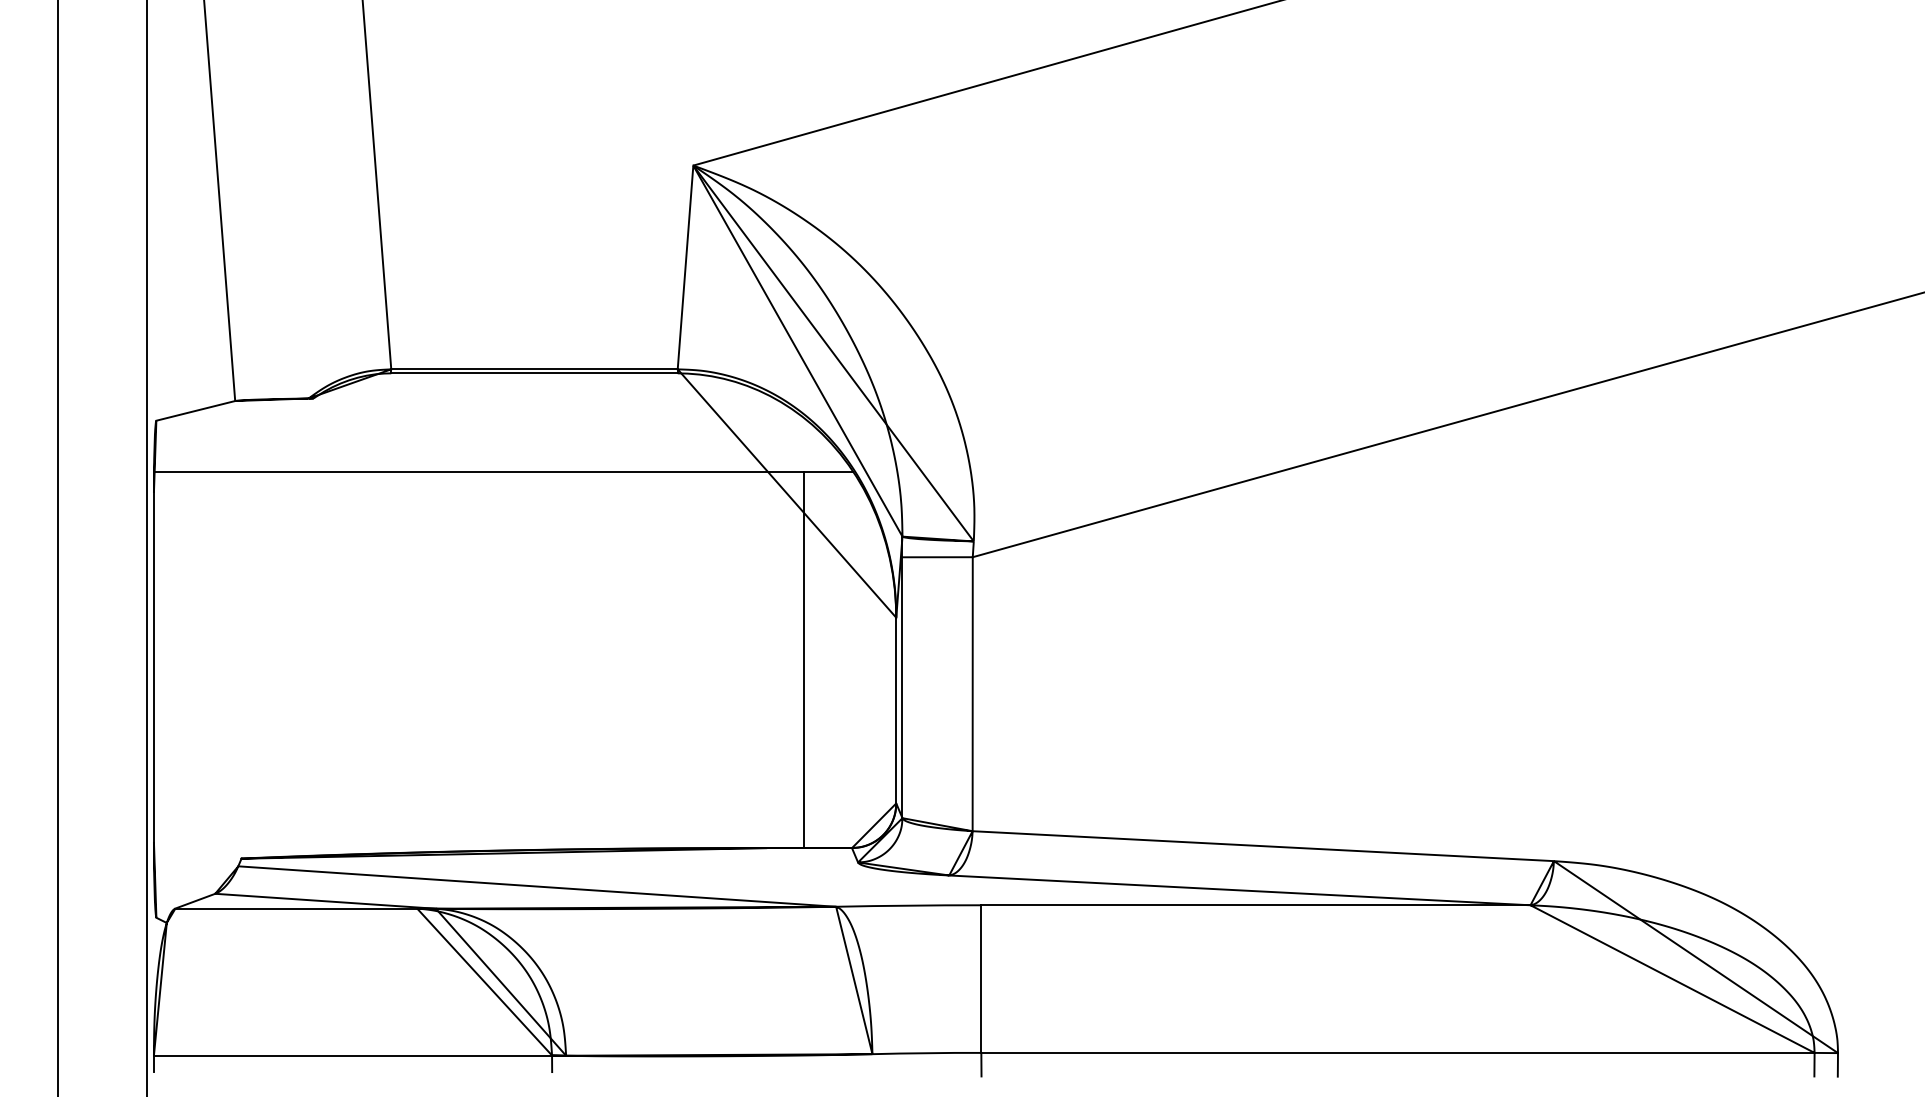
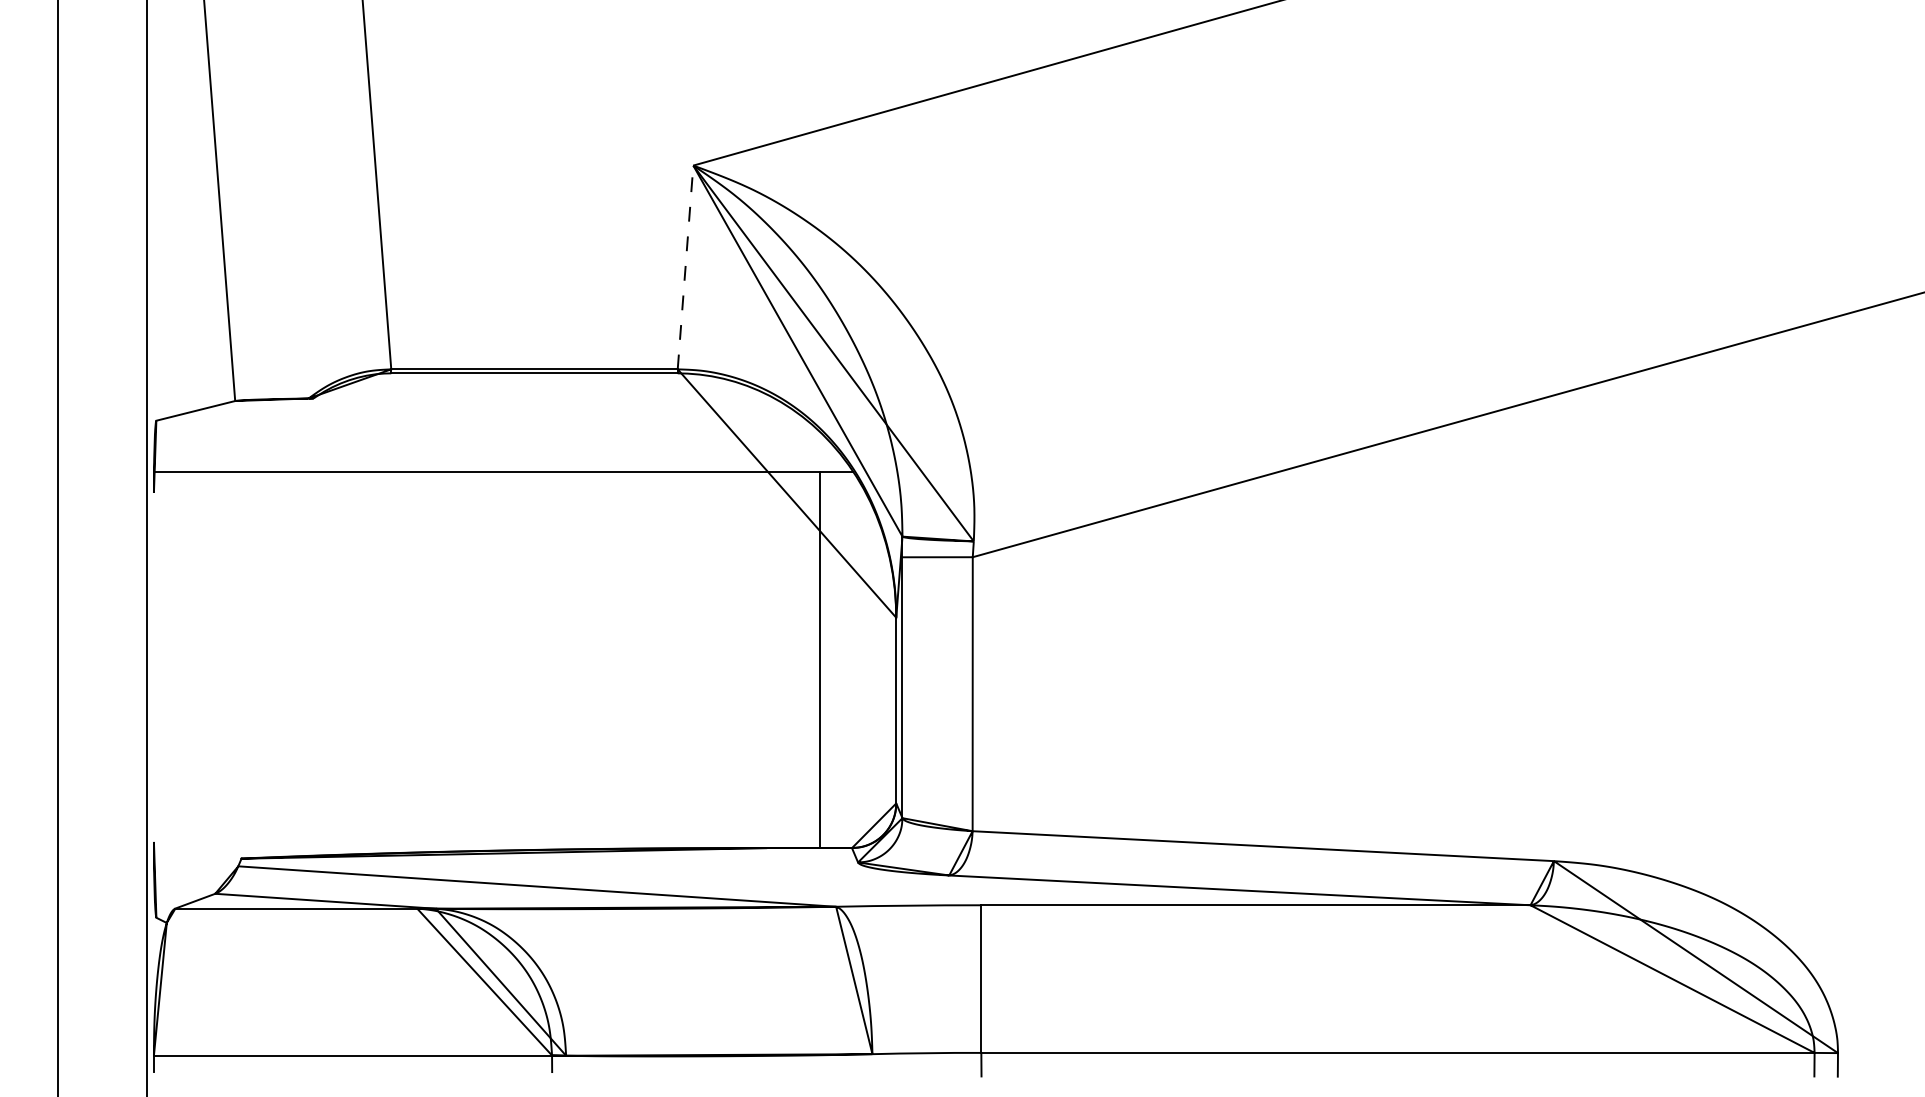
line at (685, 266): solid -> dashed
line at (803, 659) position: (803, 659) -> (819, 659)
line at (153, 666): present -> none
